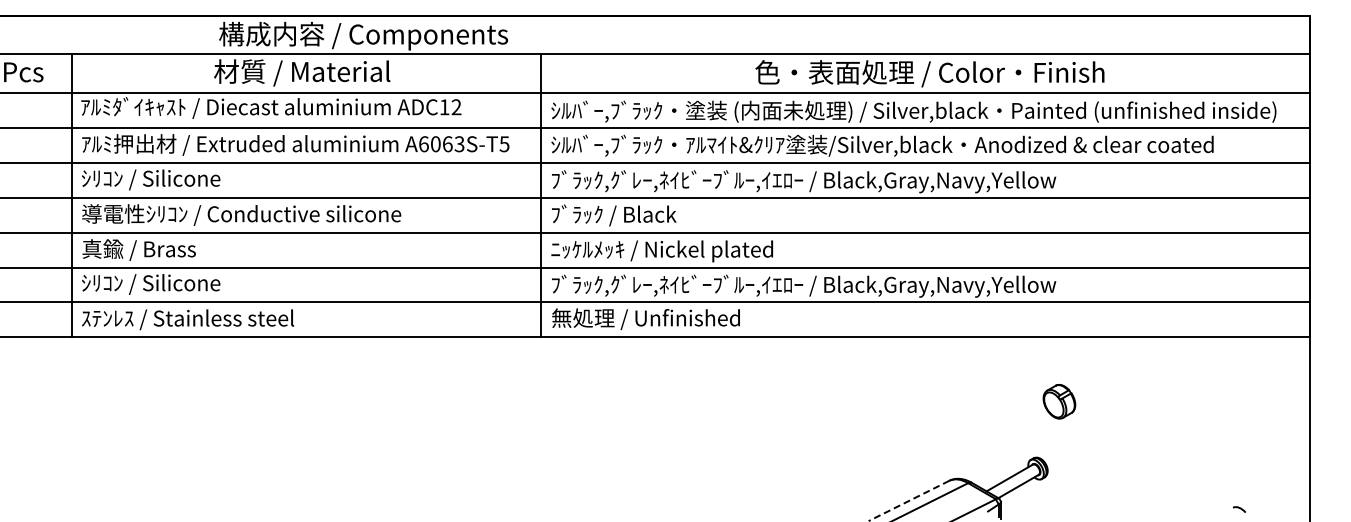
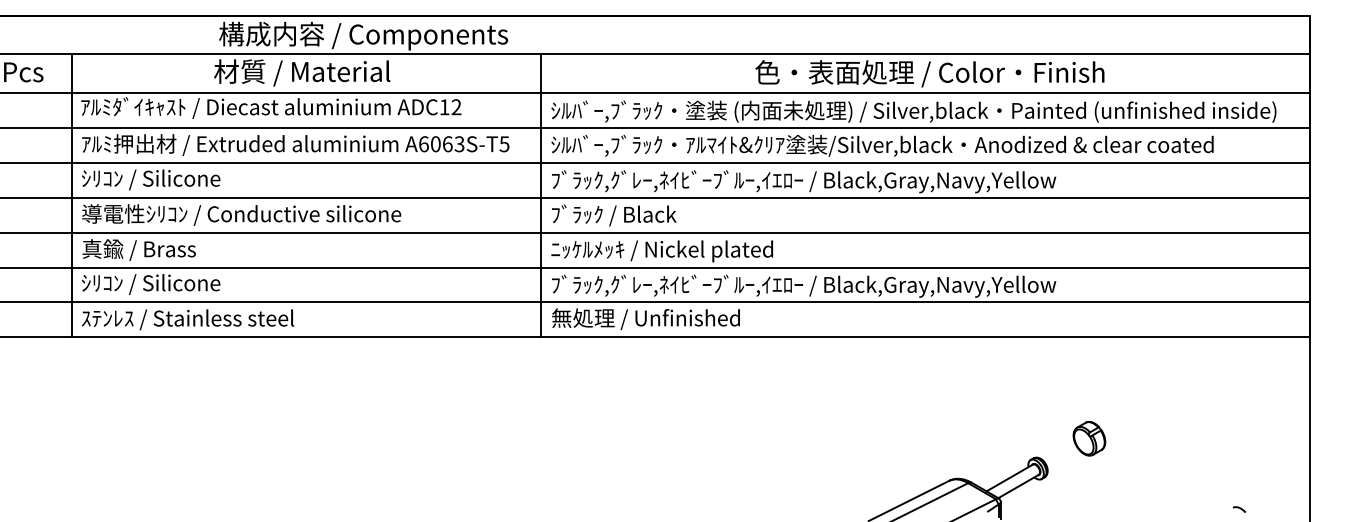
part at (1059, 401) position: (1059, 401) -> (1089, 438)
line at (908, 501): dashed -> solid
